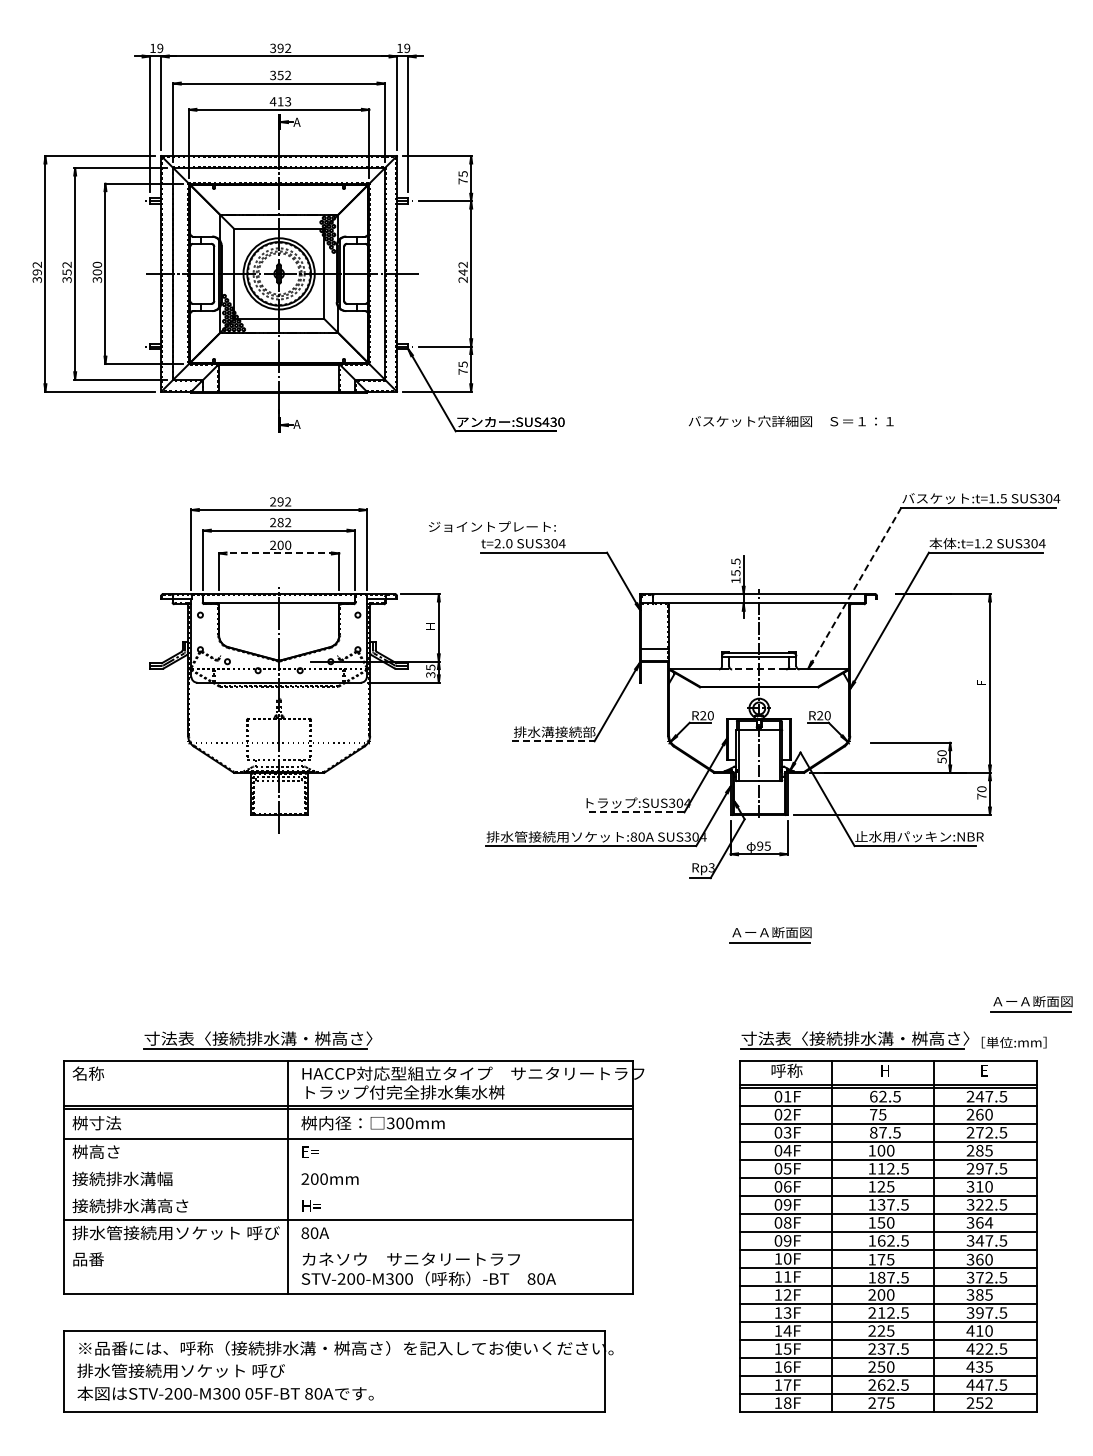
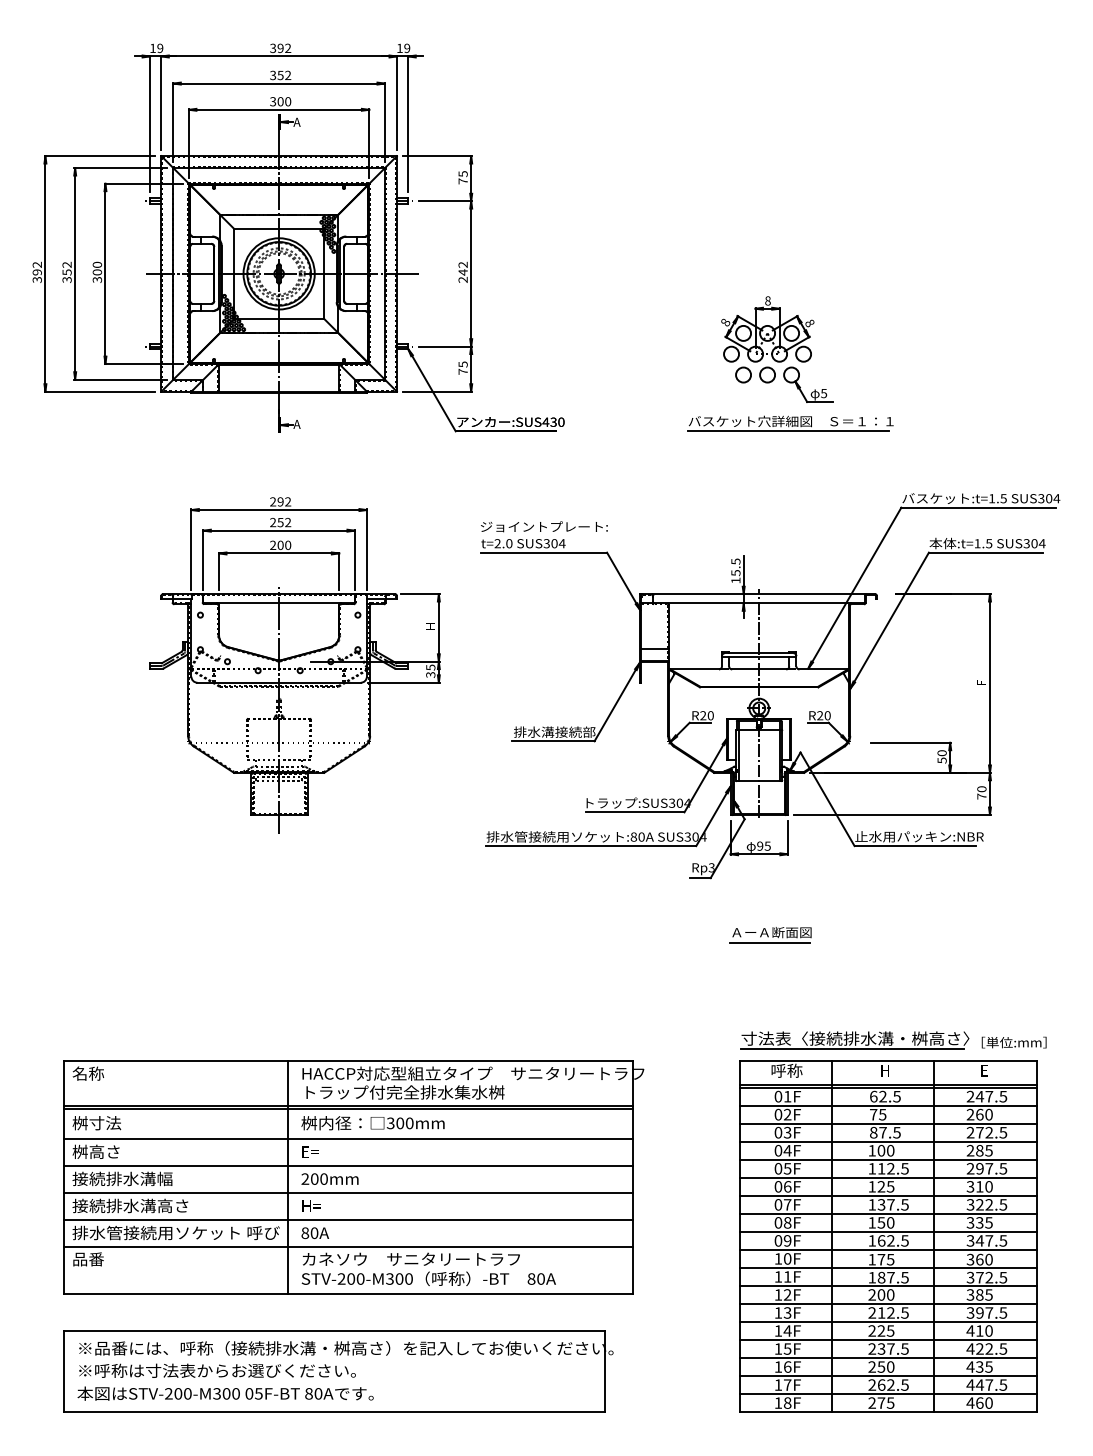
text at (280, 101): 413 -> 300
part at (777, 349): none -> present
line at (787, 431): none -> present
text at (280, 522): 282 -> 252
text at (492, 526) position: (492, 526) -> (544, 526)
text at (989, 543): :t=1.2 -> :t=1.5
line at (279, 553): dashed -> solid
line at (854, 588): dashed -> solid
line at (758, 669): dashed -> solid
line at (554, 741): dashed -> solid
line at (634, 812): dashed -> solid
part at (1031, 1004): present -> none
part at (257, 1040): present -> none
line at (348, 1166): none -> present
line at (348, 1193): none -> present
text at (787, 1204): 09F -> 07F
text at (984, 1222): 364 -> 335
line at (348, 1247): none -> present
text at (216, 1370): 排水管接続用ソケット 呼び -> ※呼称は寸法表からお選びください。
text at (979, 1402): 252 -> 460
